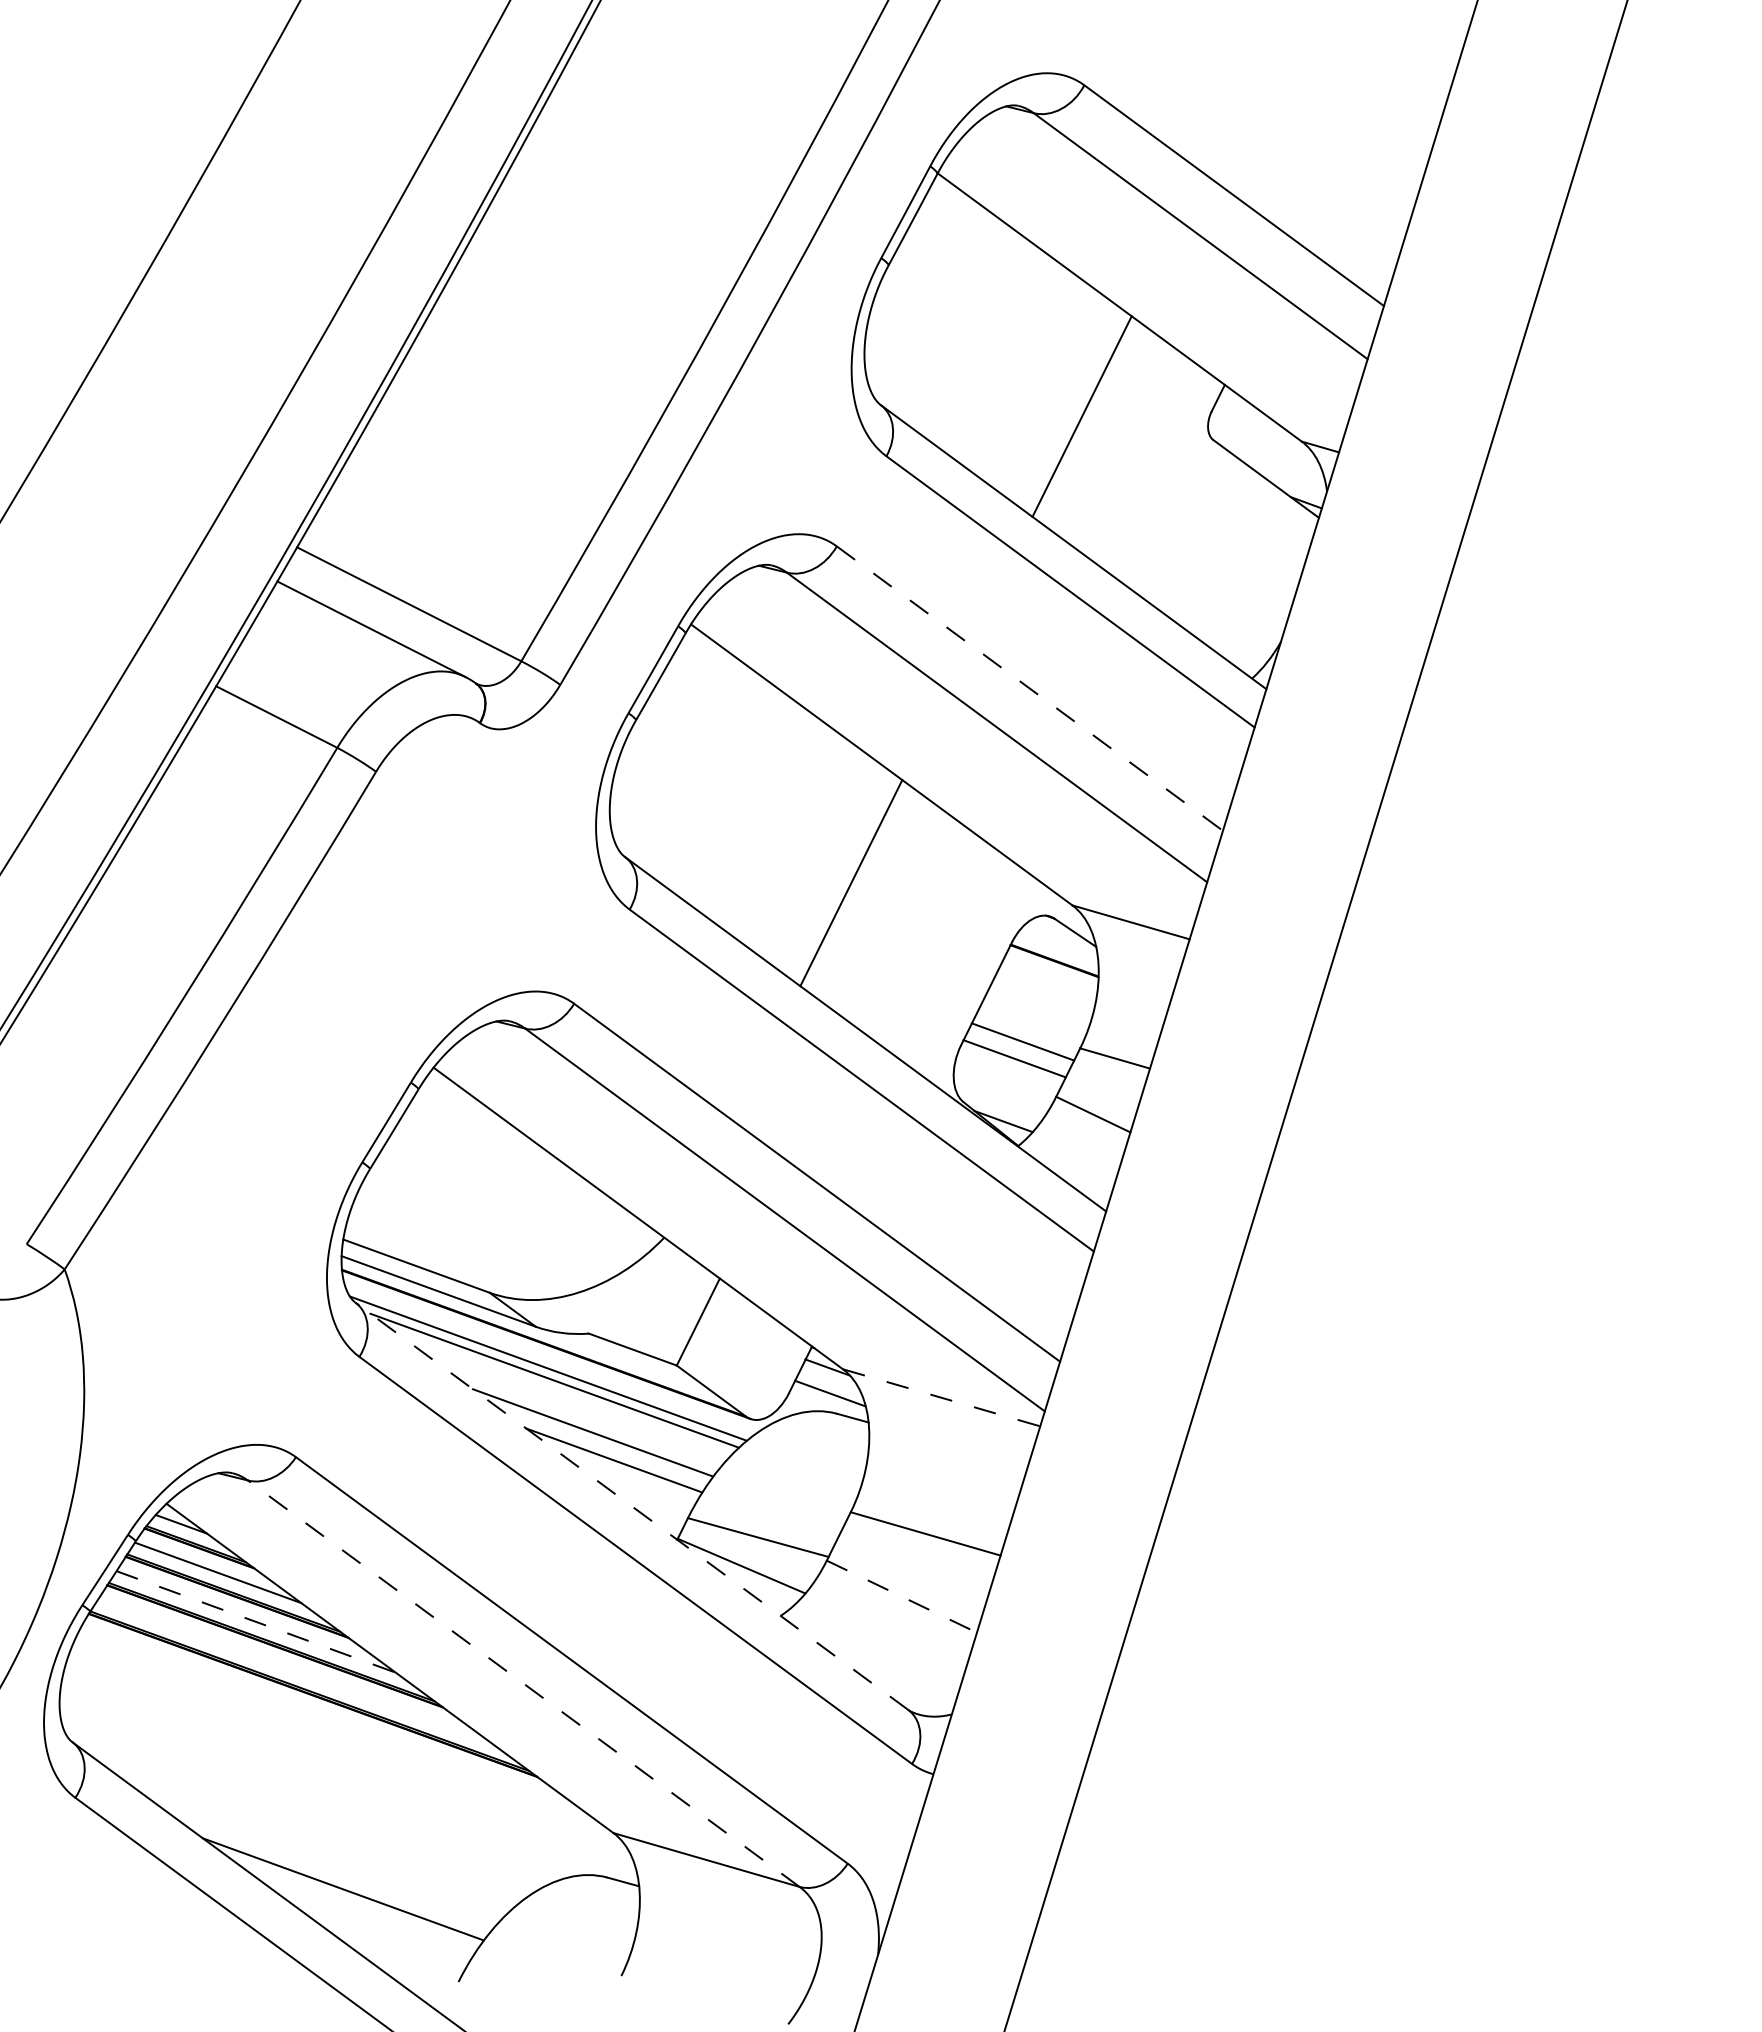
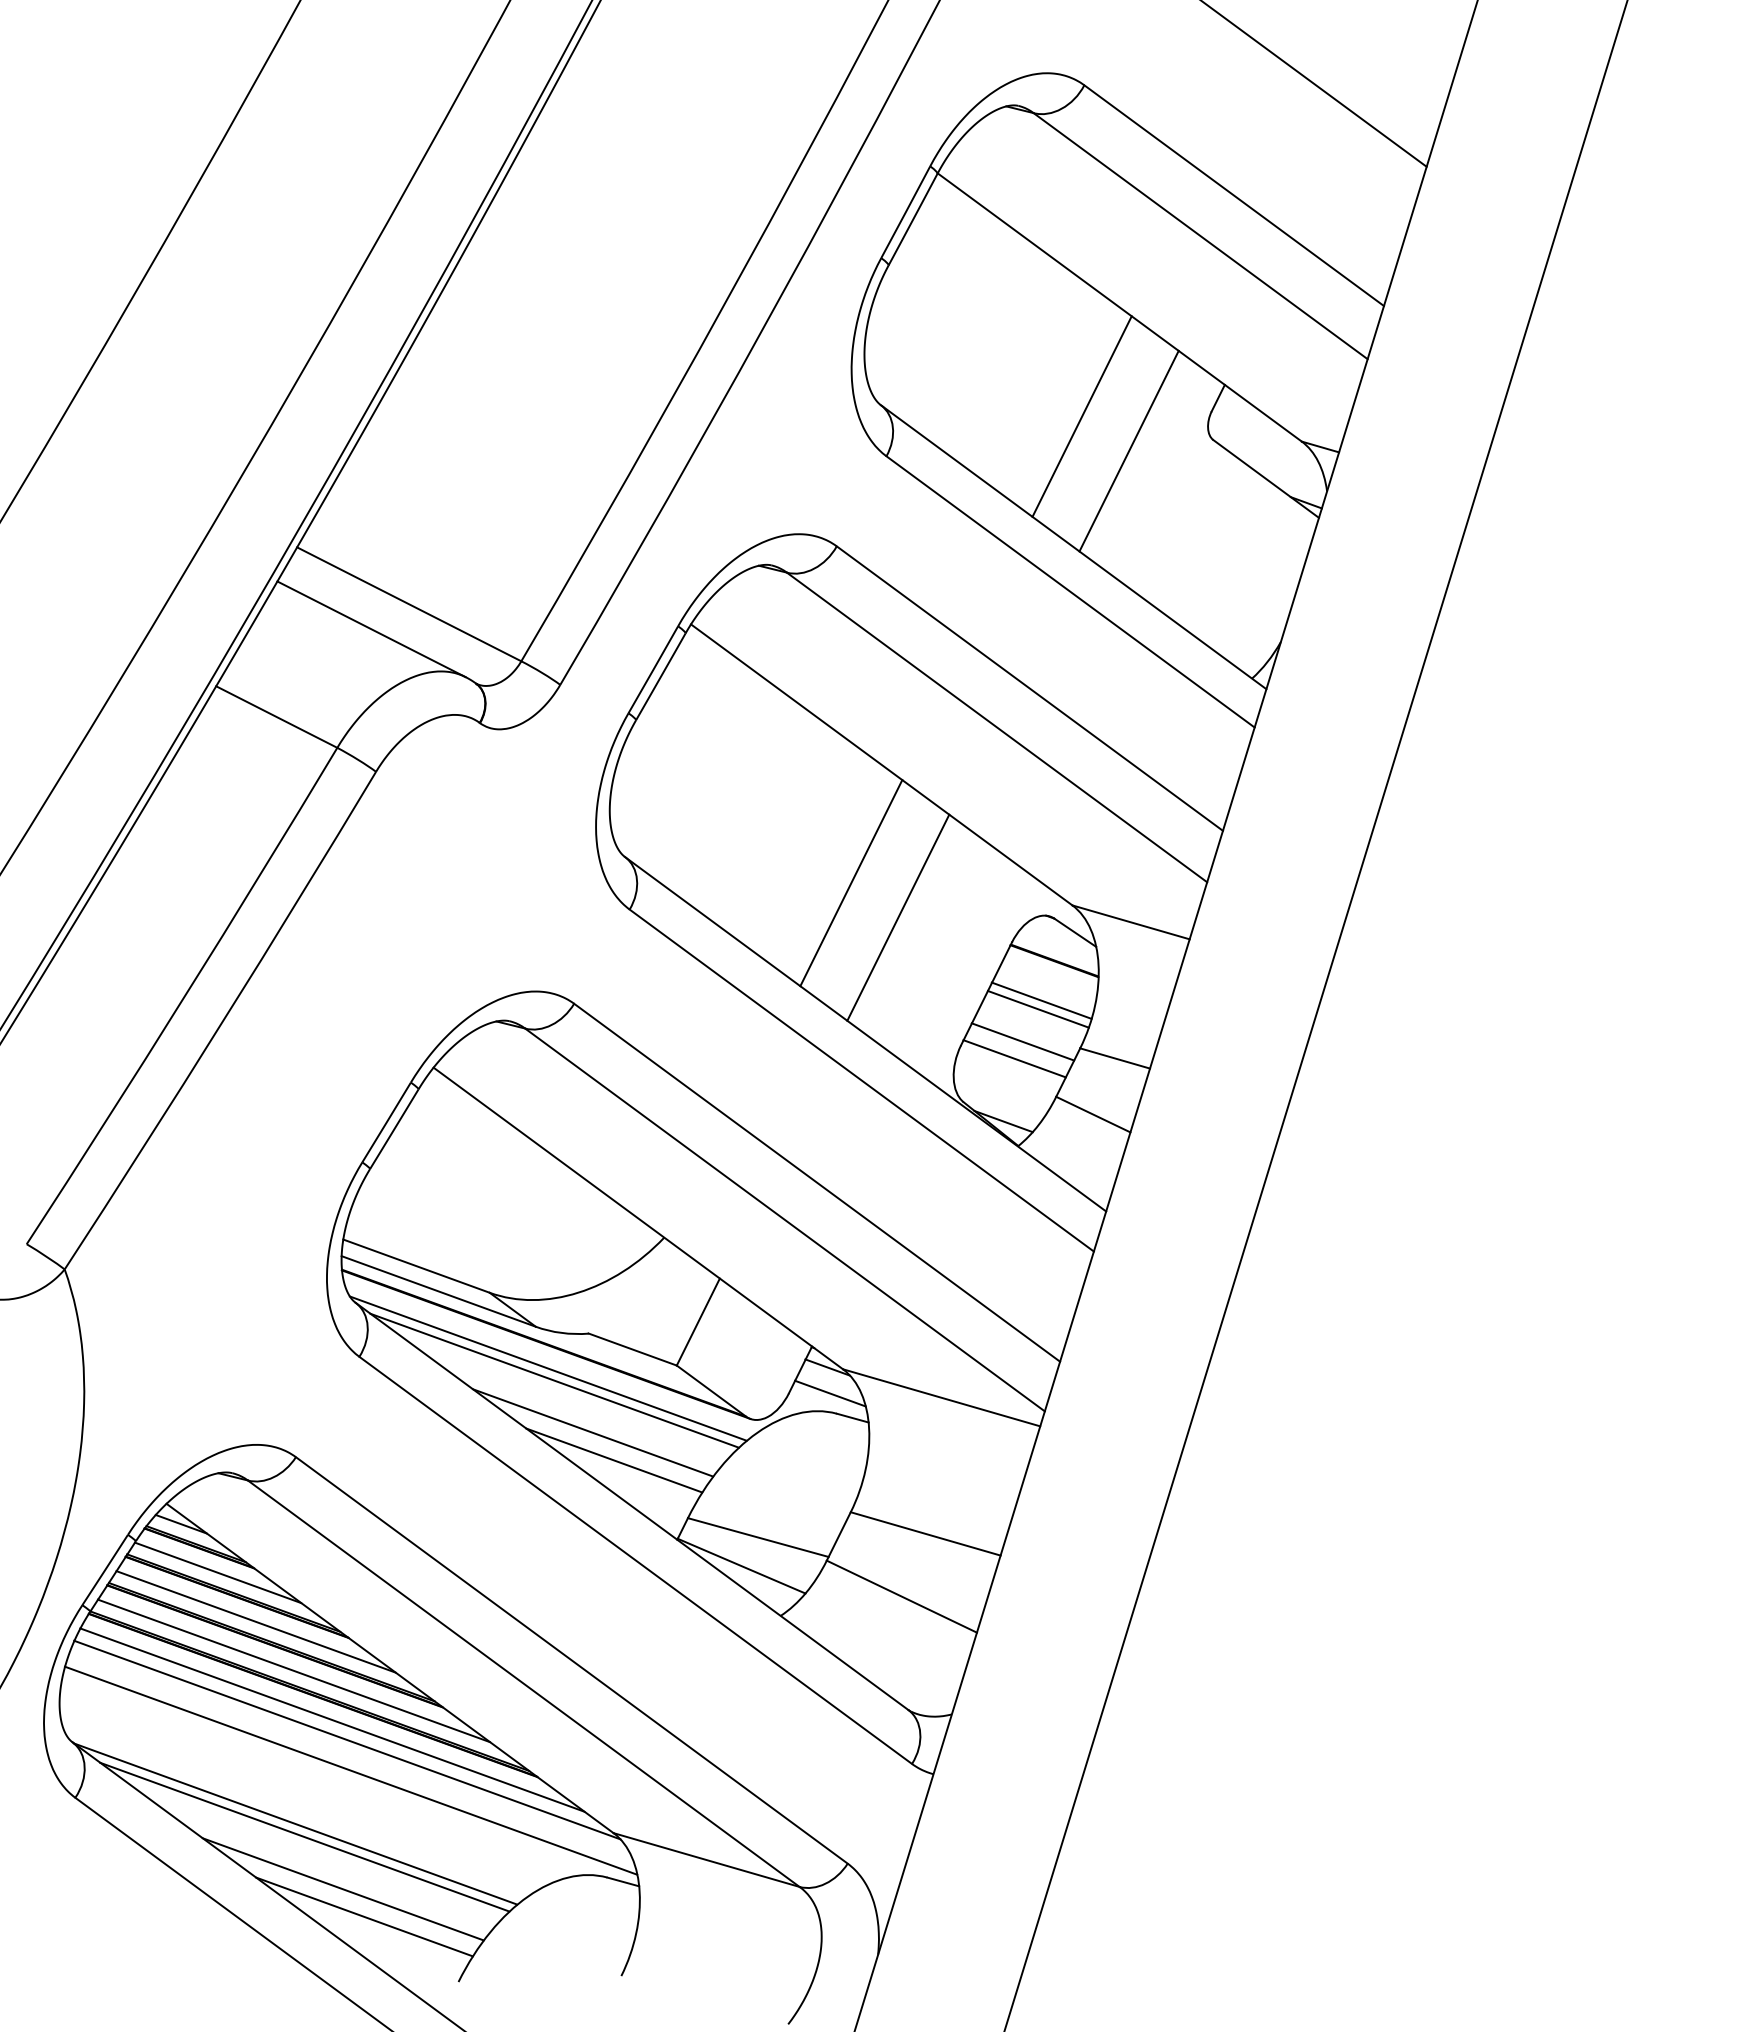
line at (1314, 84): none -> present
line at (1128, 450): none -> present
line at (1029, 688): dashed -> solid
line at (898, 917): none -> present
line at (1041, 1000): none -> present
line at (1037, 1009): none -> present
line at (941, 1397): dashed -> solid
line at (631, 1506): dashed -> solid
line at (902, 1596): dashed -> solid
line at (256, 1621): dashed -> solid
line at (293, 1670): none -> present
line at (523, 1683): dashed -> solid
line at (332, 1719): none -> present
line at (347, 1739): none -> present
line at (350, 1770): none -> present
line at (295, 1823): none -> present
line at (304, 1836): none -> present
line at (364, 1916): none -> present
